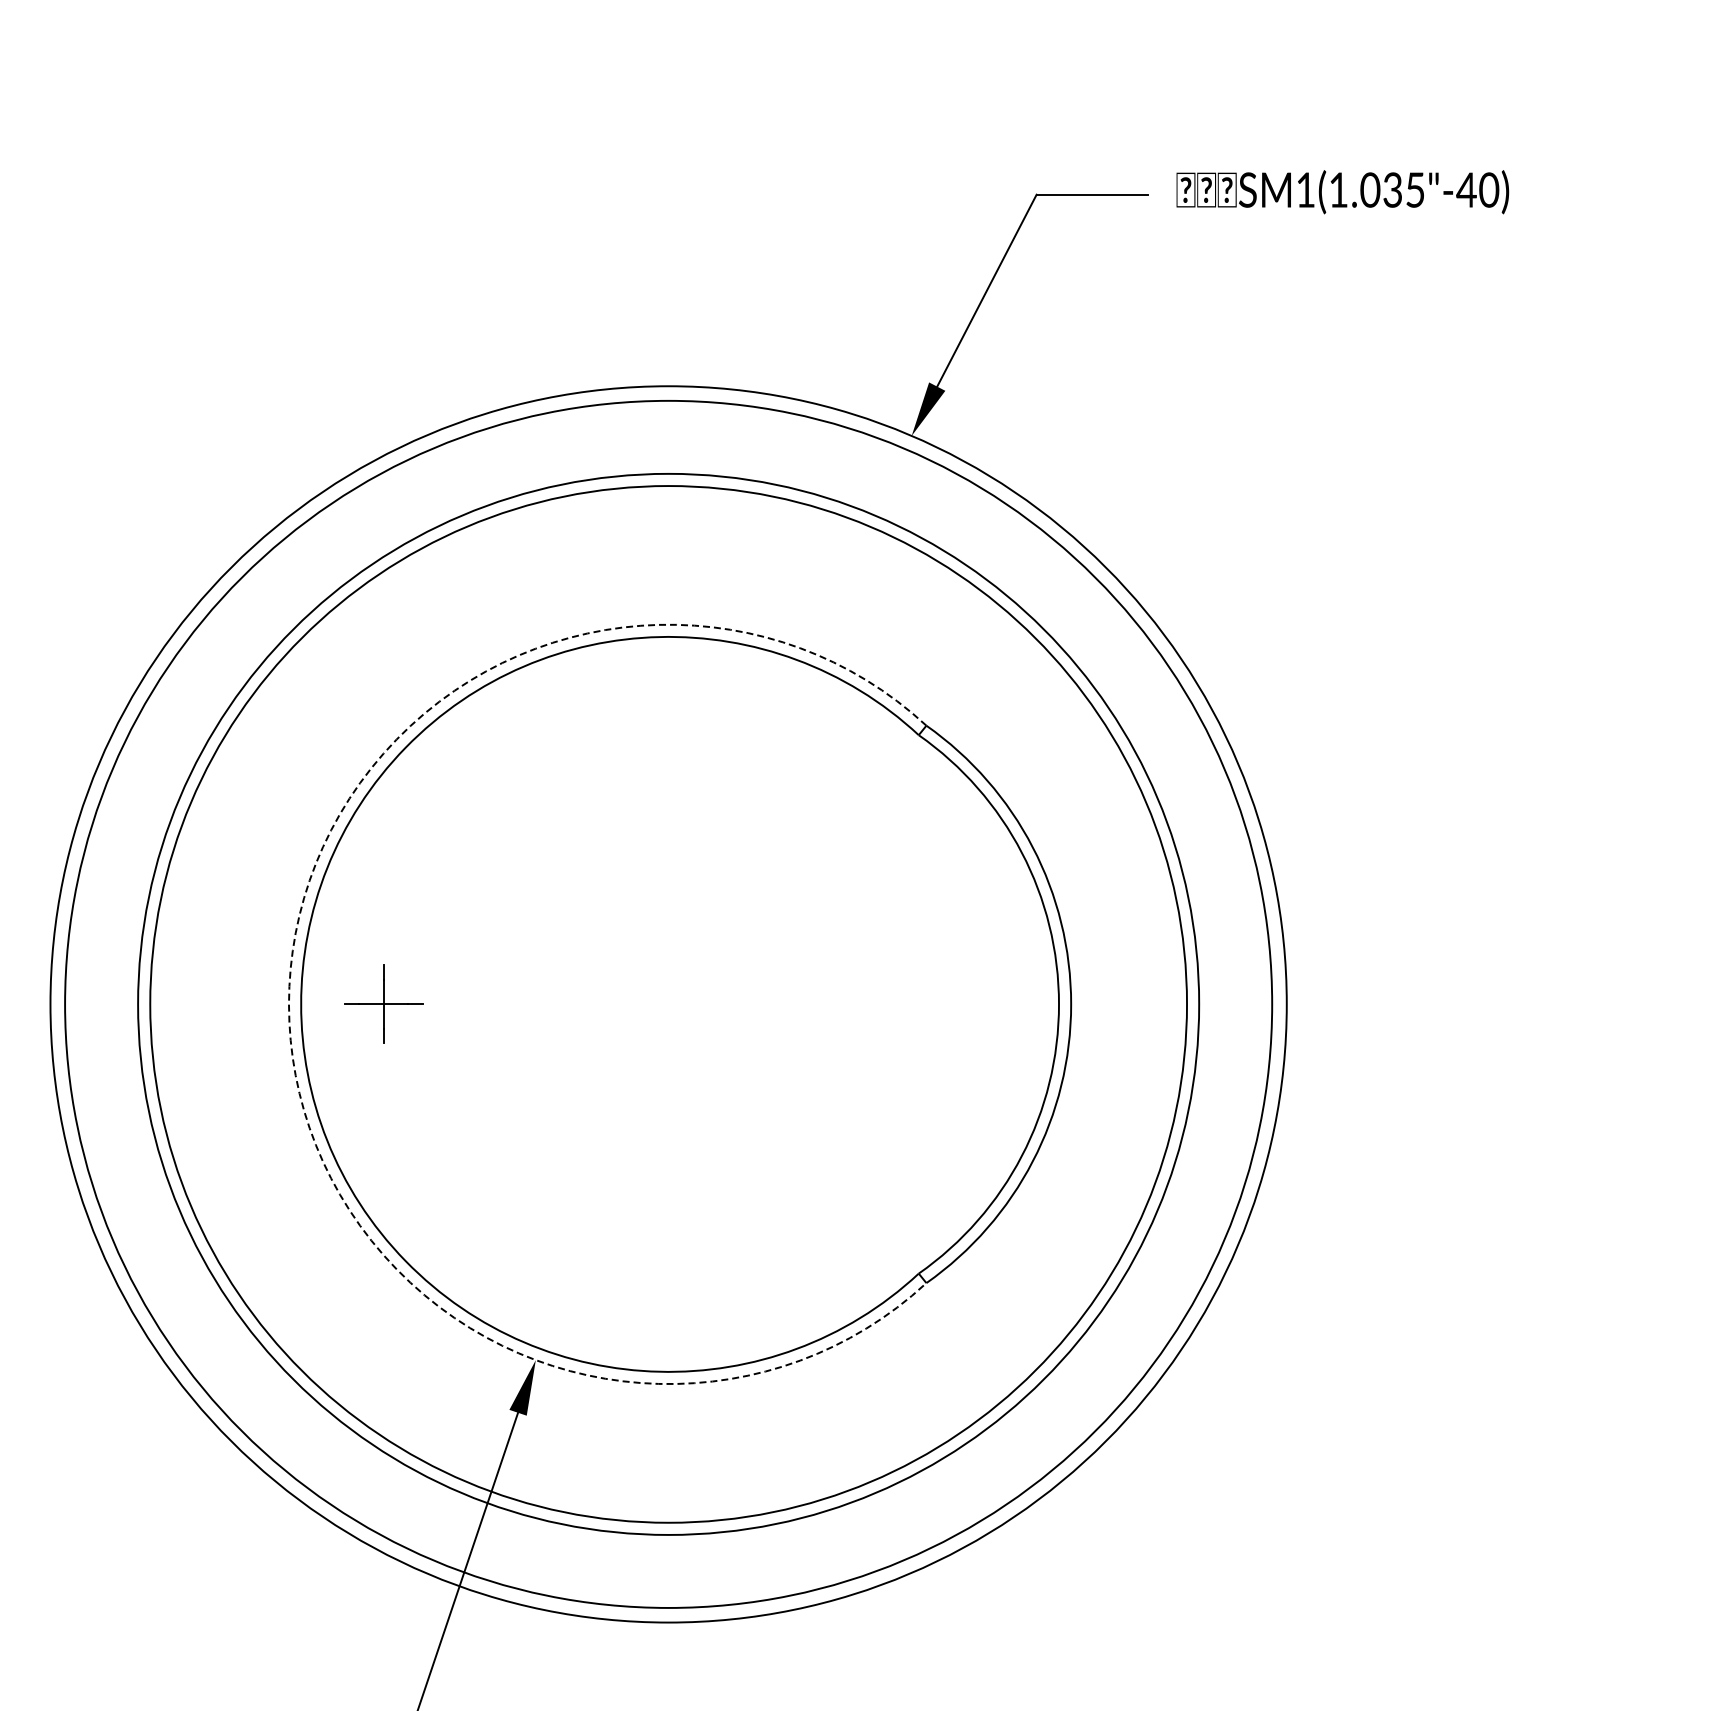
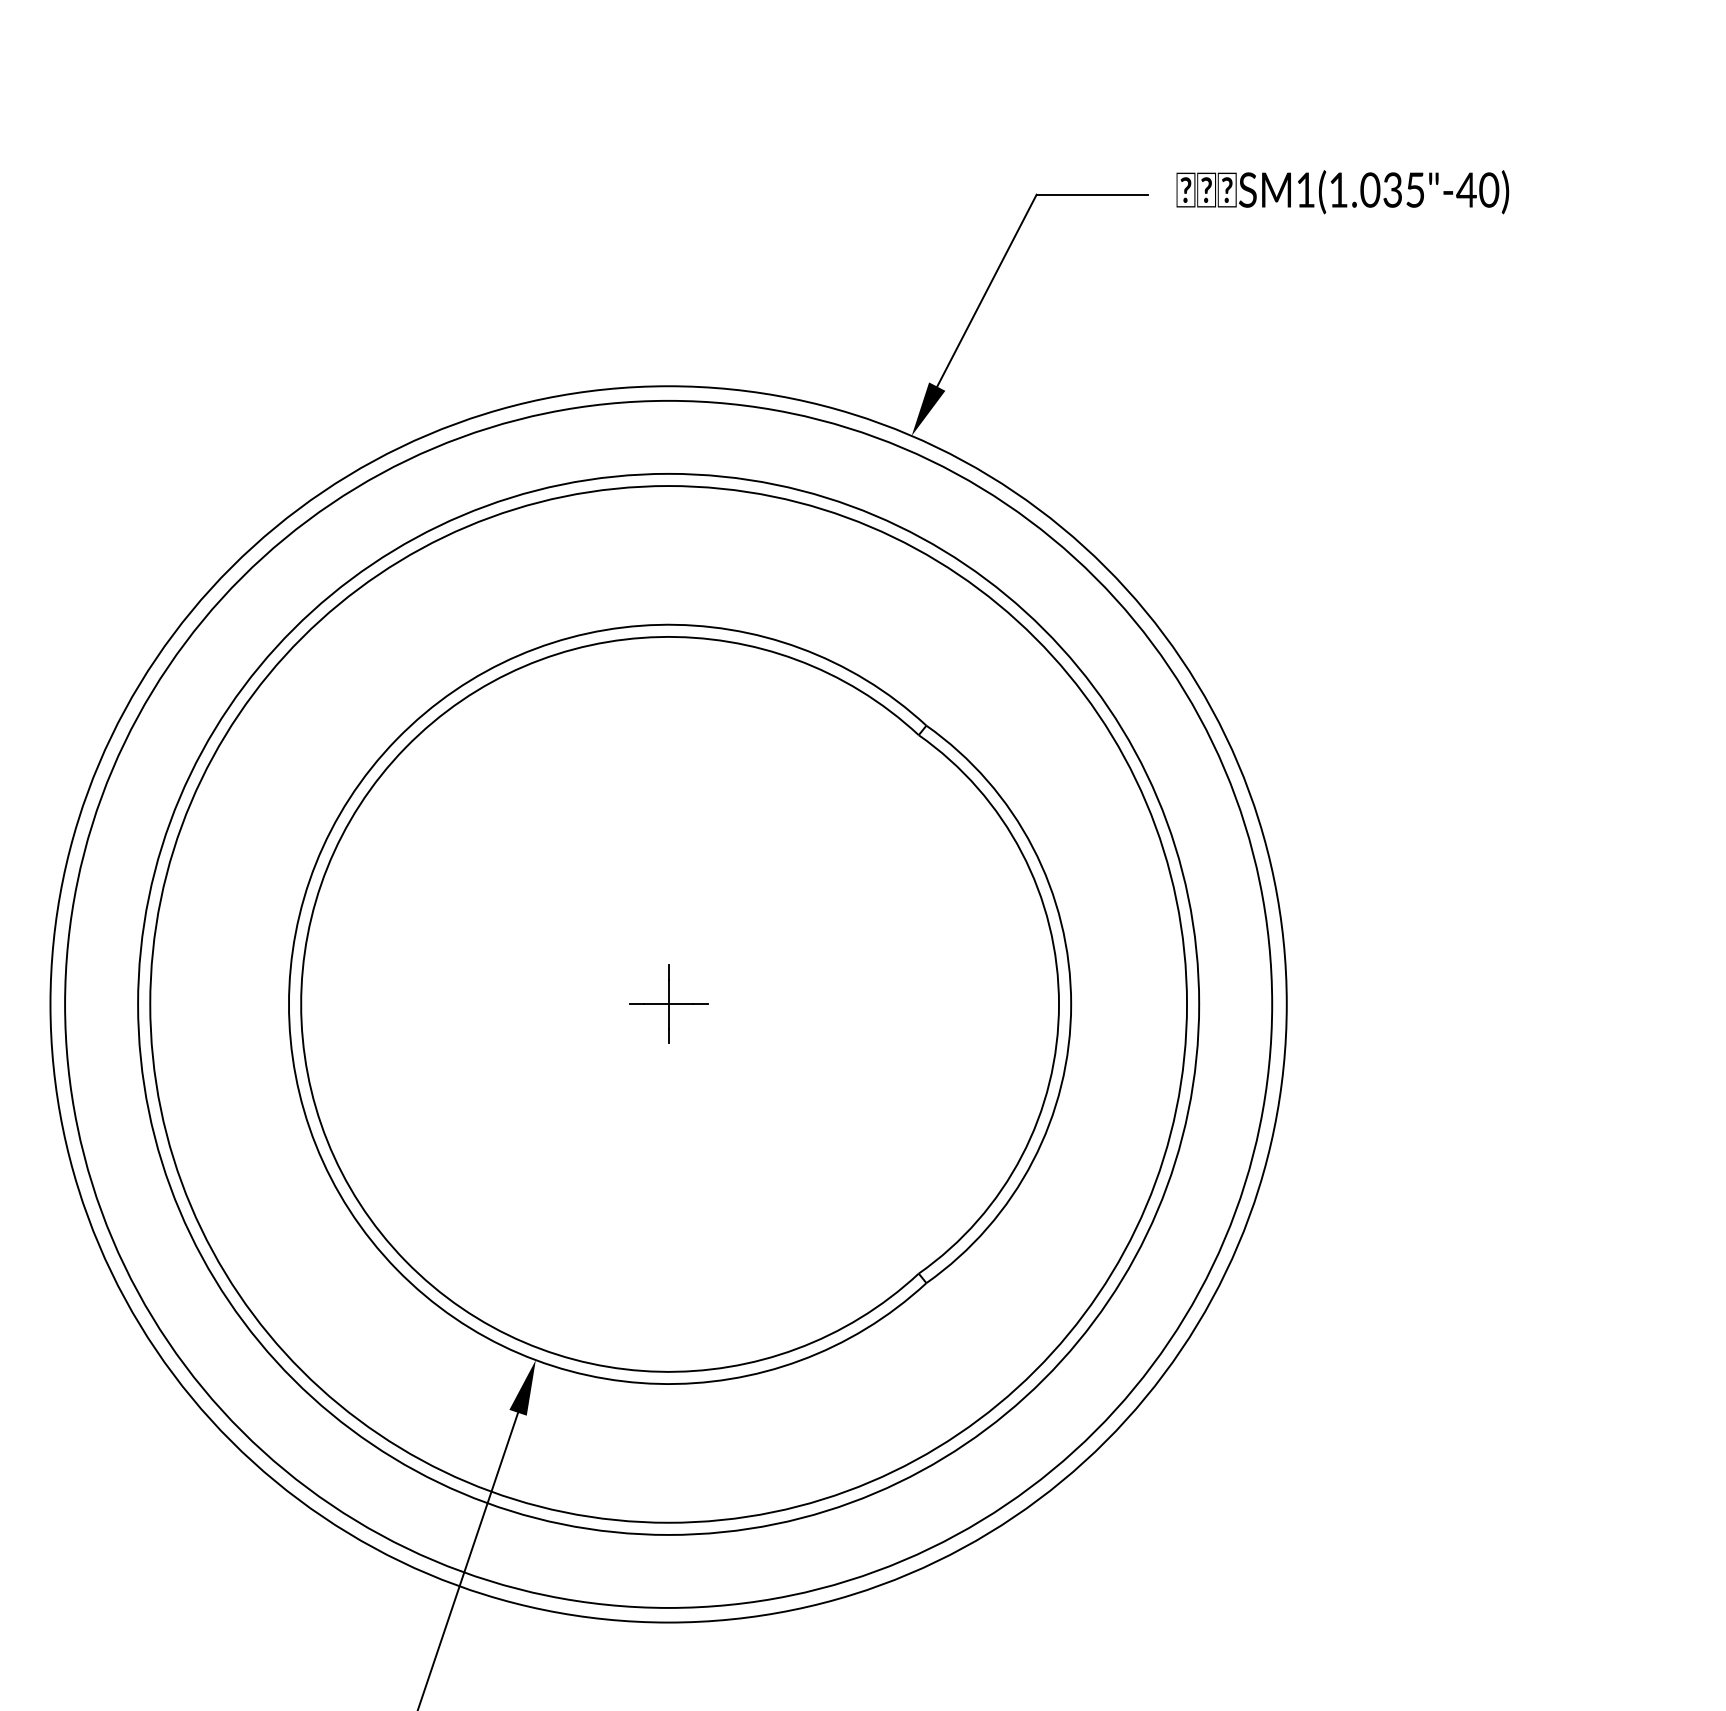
part at (383, 1003) position: (383, 1003) -> (668, 1003)
arc at (288, 1004): dashed -> solid
